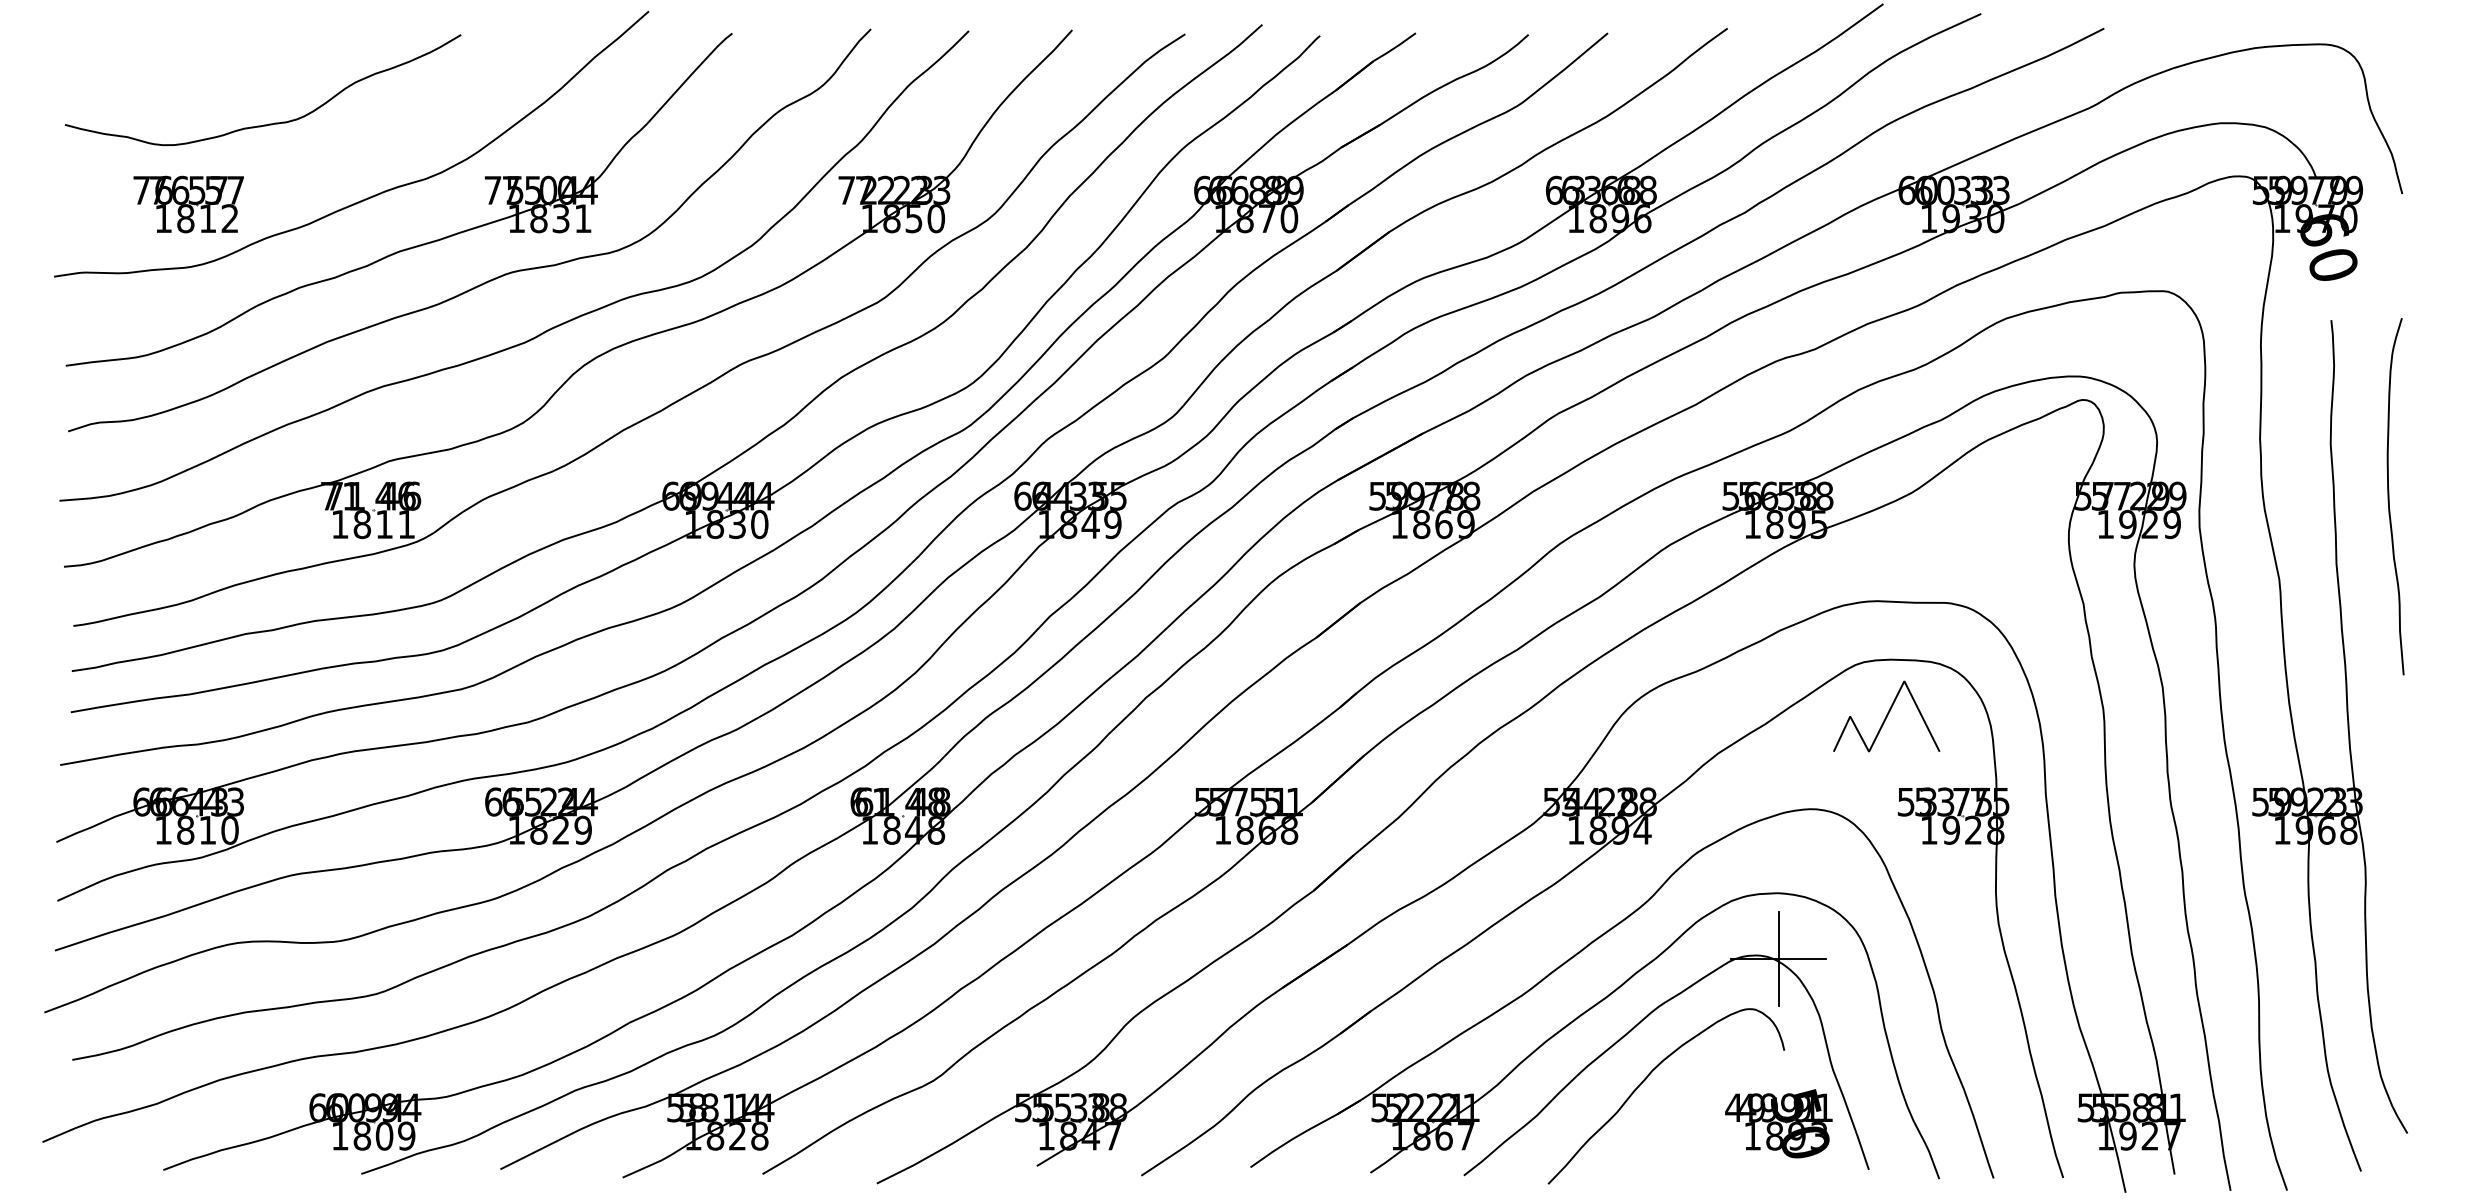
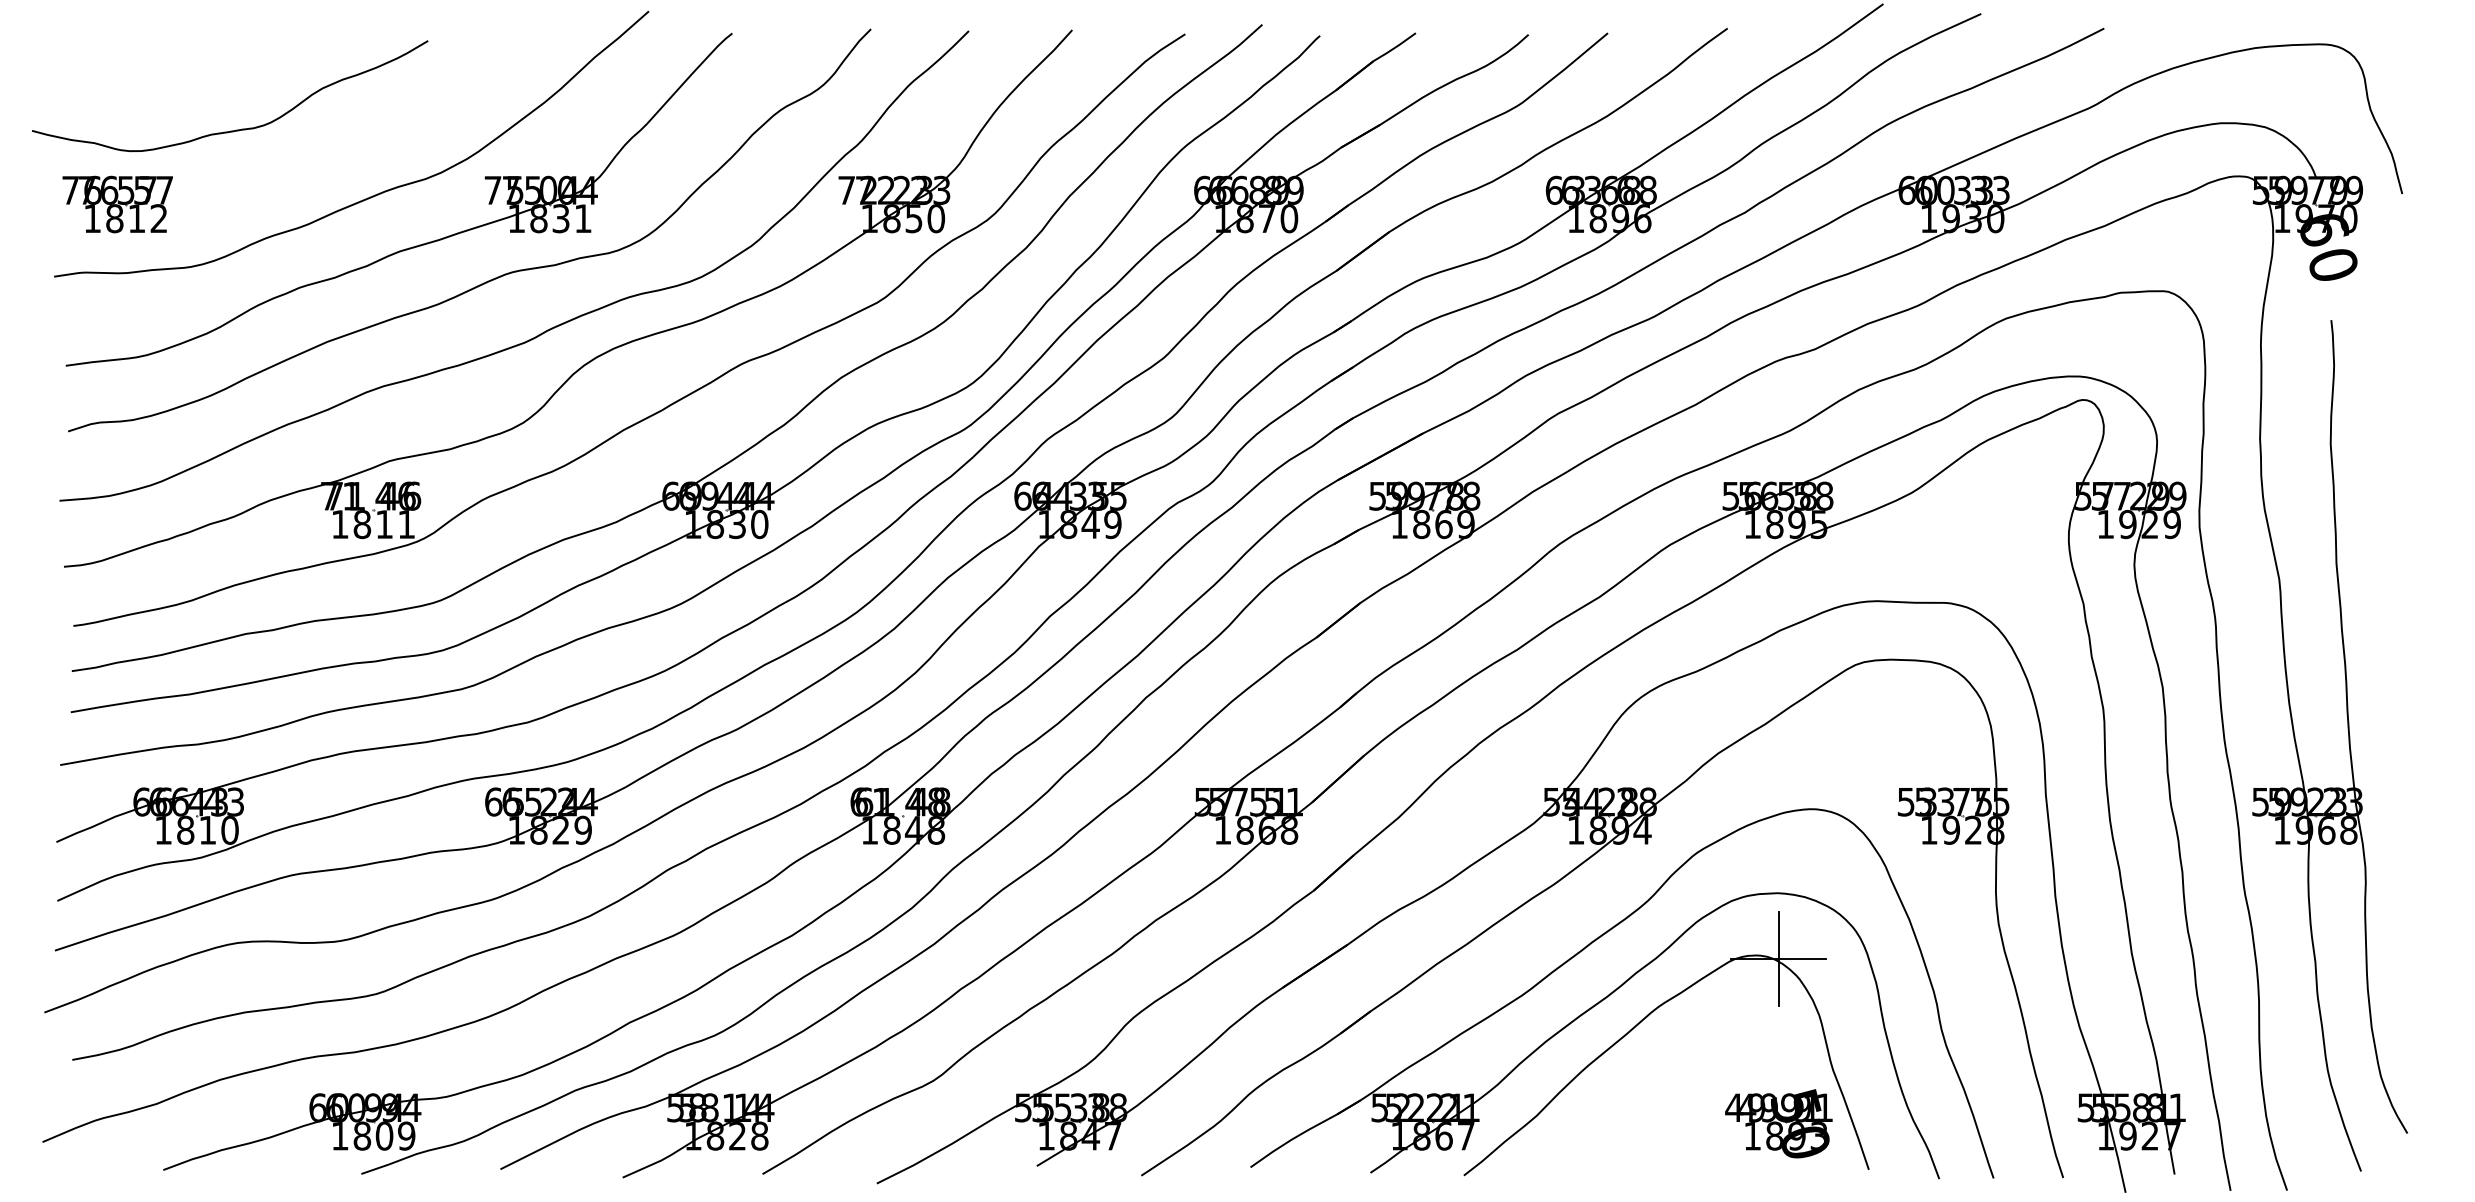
curve at (269, 123) position: (269, 123) -> (236, 129)
part at (188, 204) position: (188, 204) -> (117, 204)
curve at (2389, 496): present -> none
part at (1886, 716): present -> none
curve at (1647, 1078): present -> none
